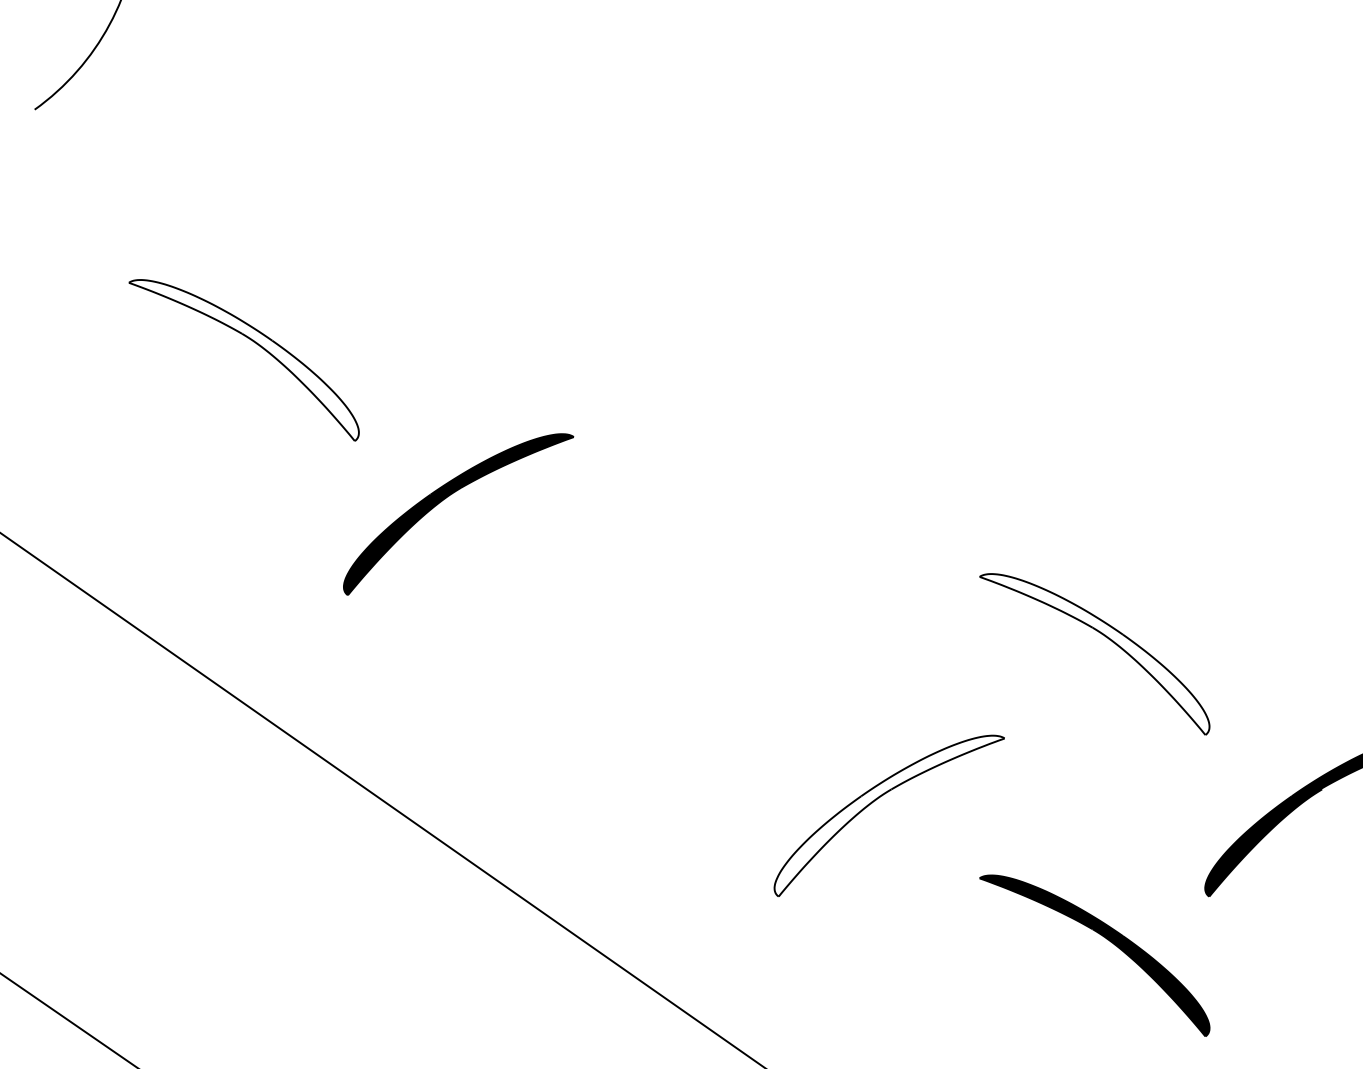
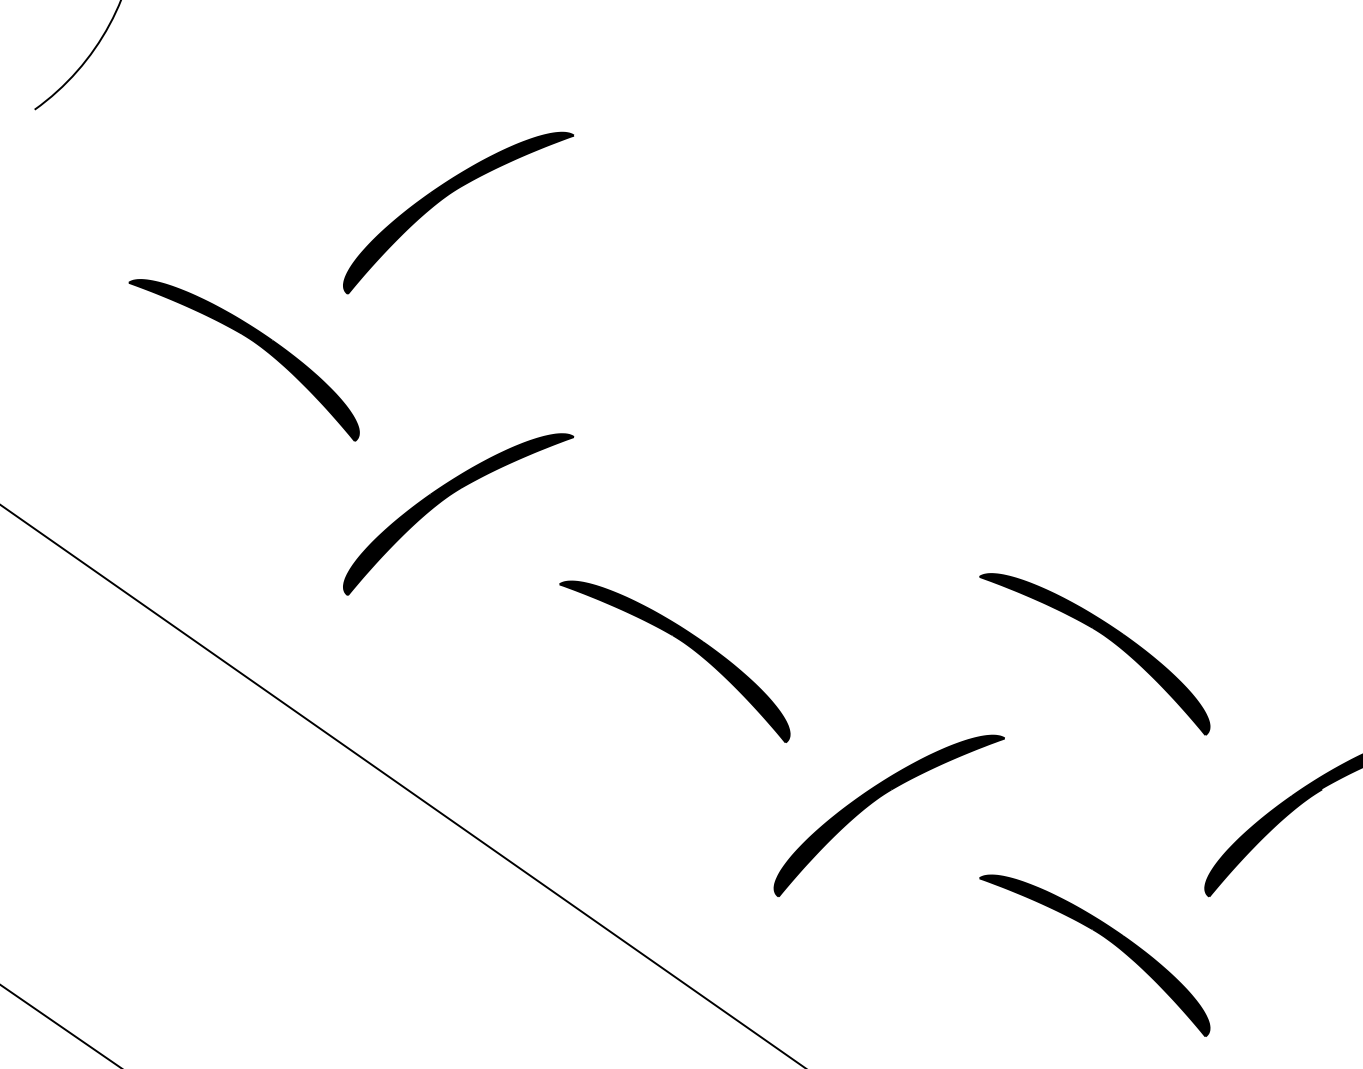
part at (447, 196): none -> present
fill at (243, 360): none -> present
part at (686, 645): none -> present
fill at (1094, 654): none -> present
line at (381, 799) position: (381, 799) -> (402, 785)
fill at (889, 815): none -> present
line at (68, 1019) position: (68, 1019) -> (59, 1025)
